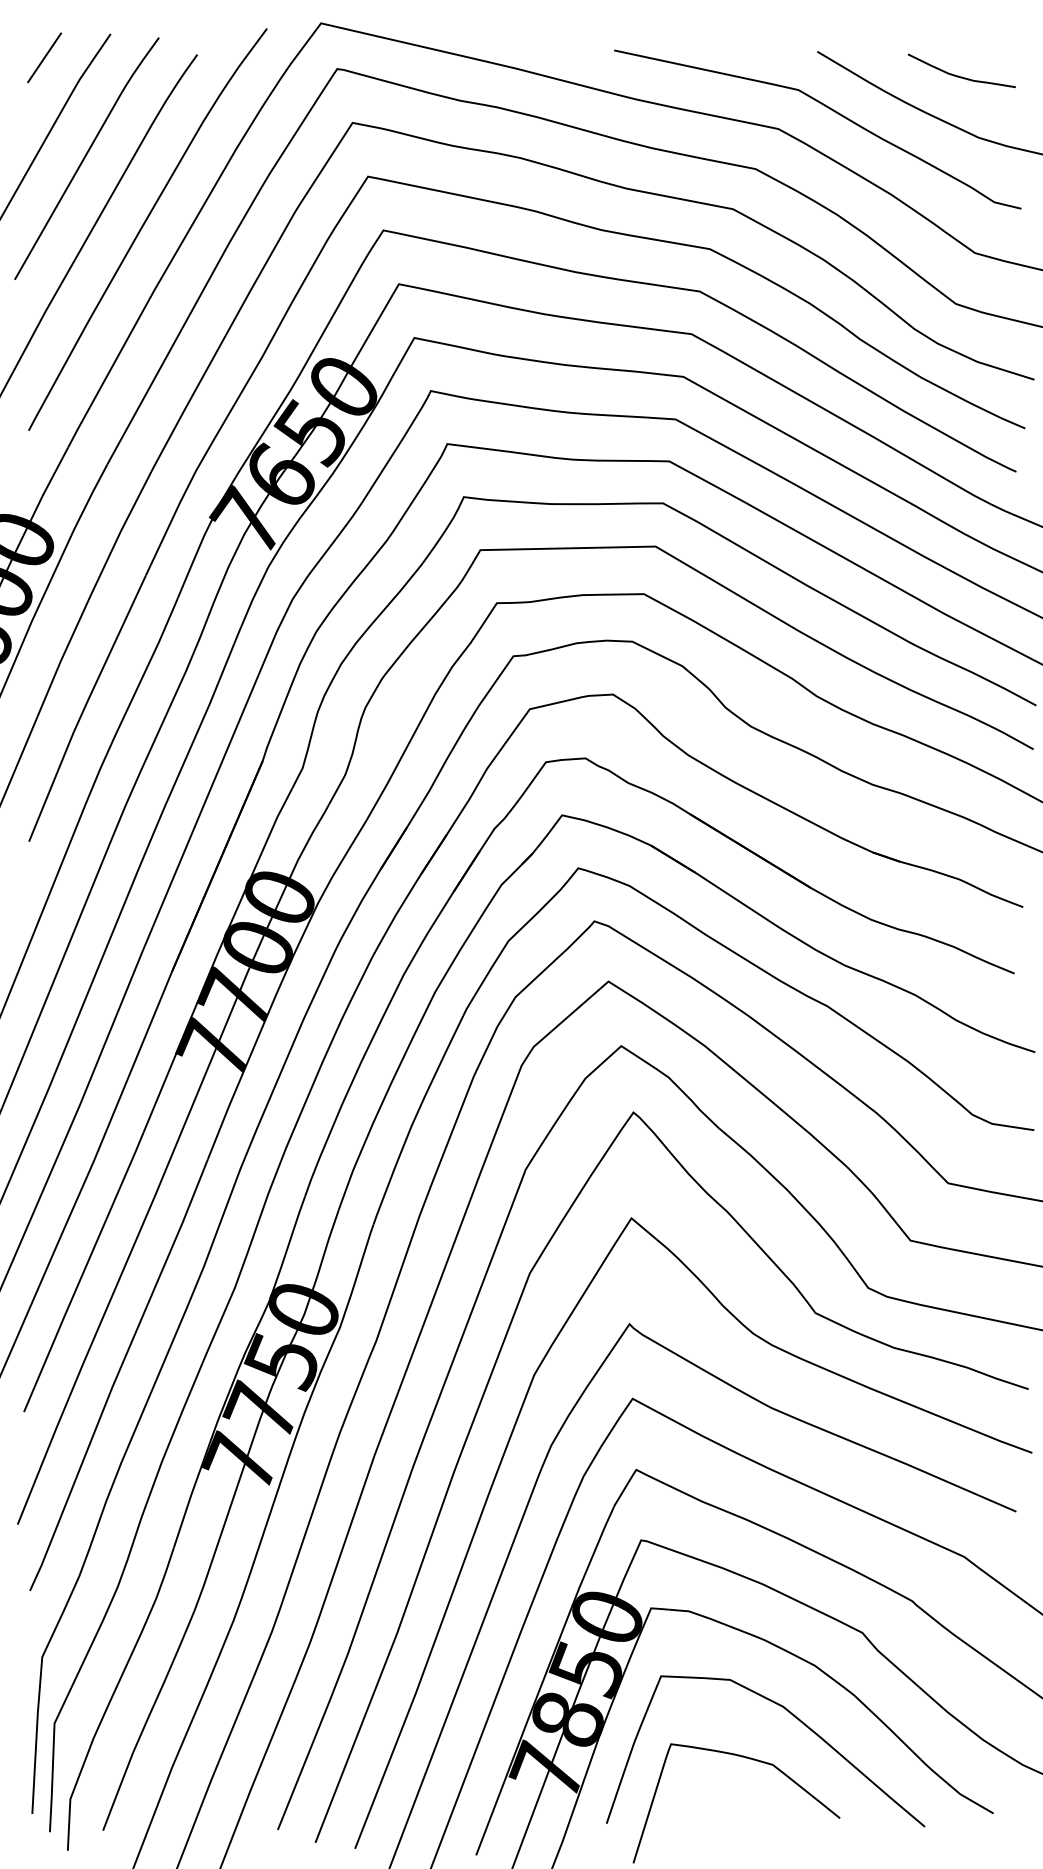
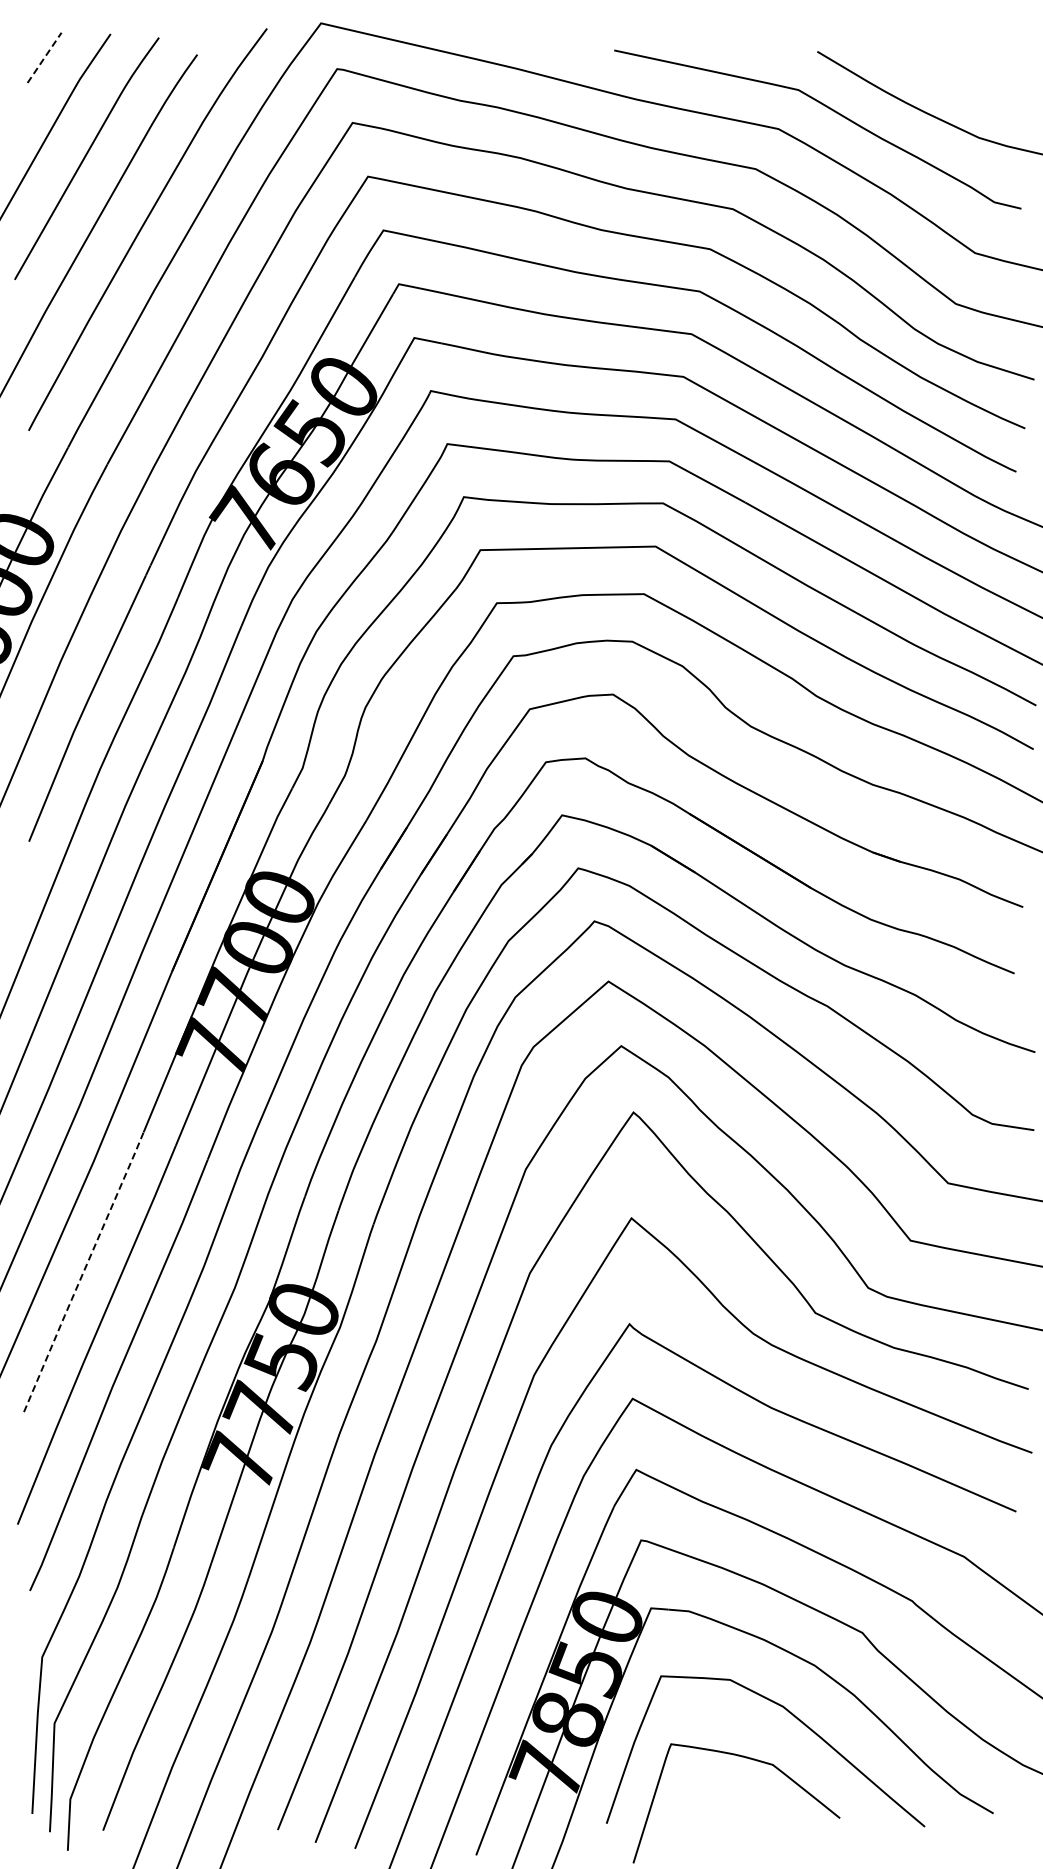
line at (44, 57): solid -> dashed
curve at (958, 75): present -> none
line at (83, 1271): solid -> dashed
